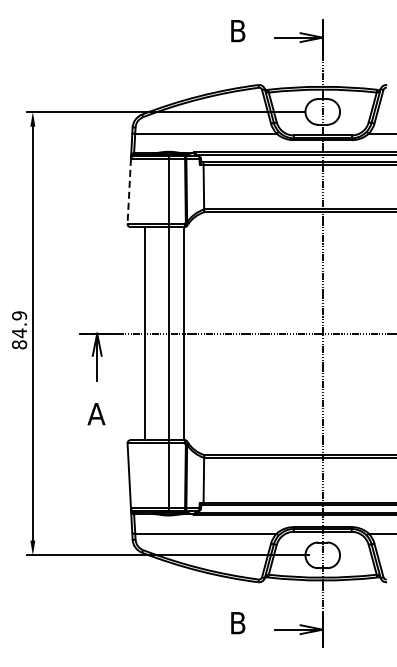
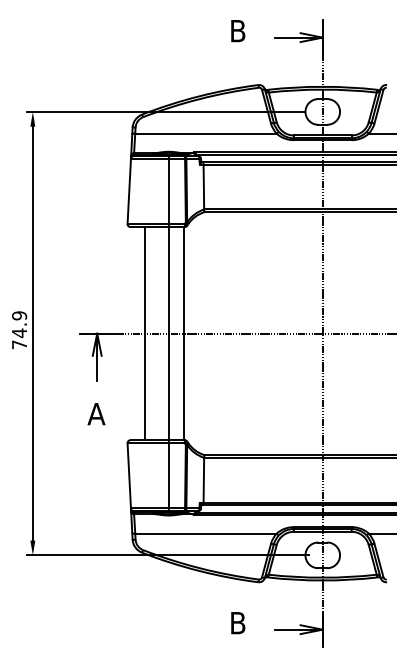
line at (129, 191): dashed -> solid
text at (19, 344): 84.9 -> 74.9
